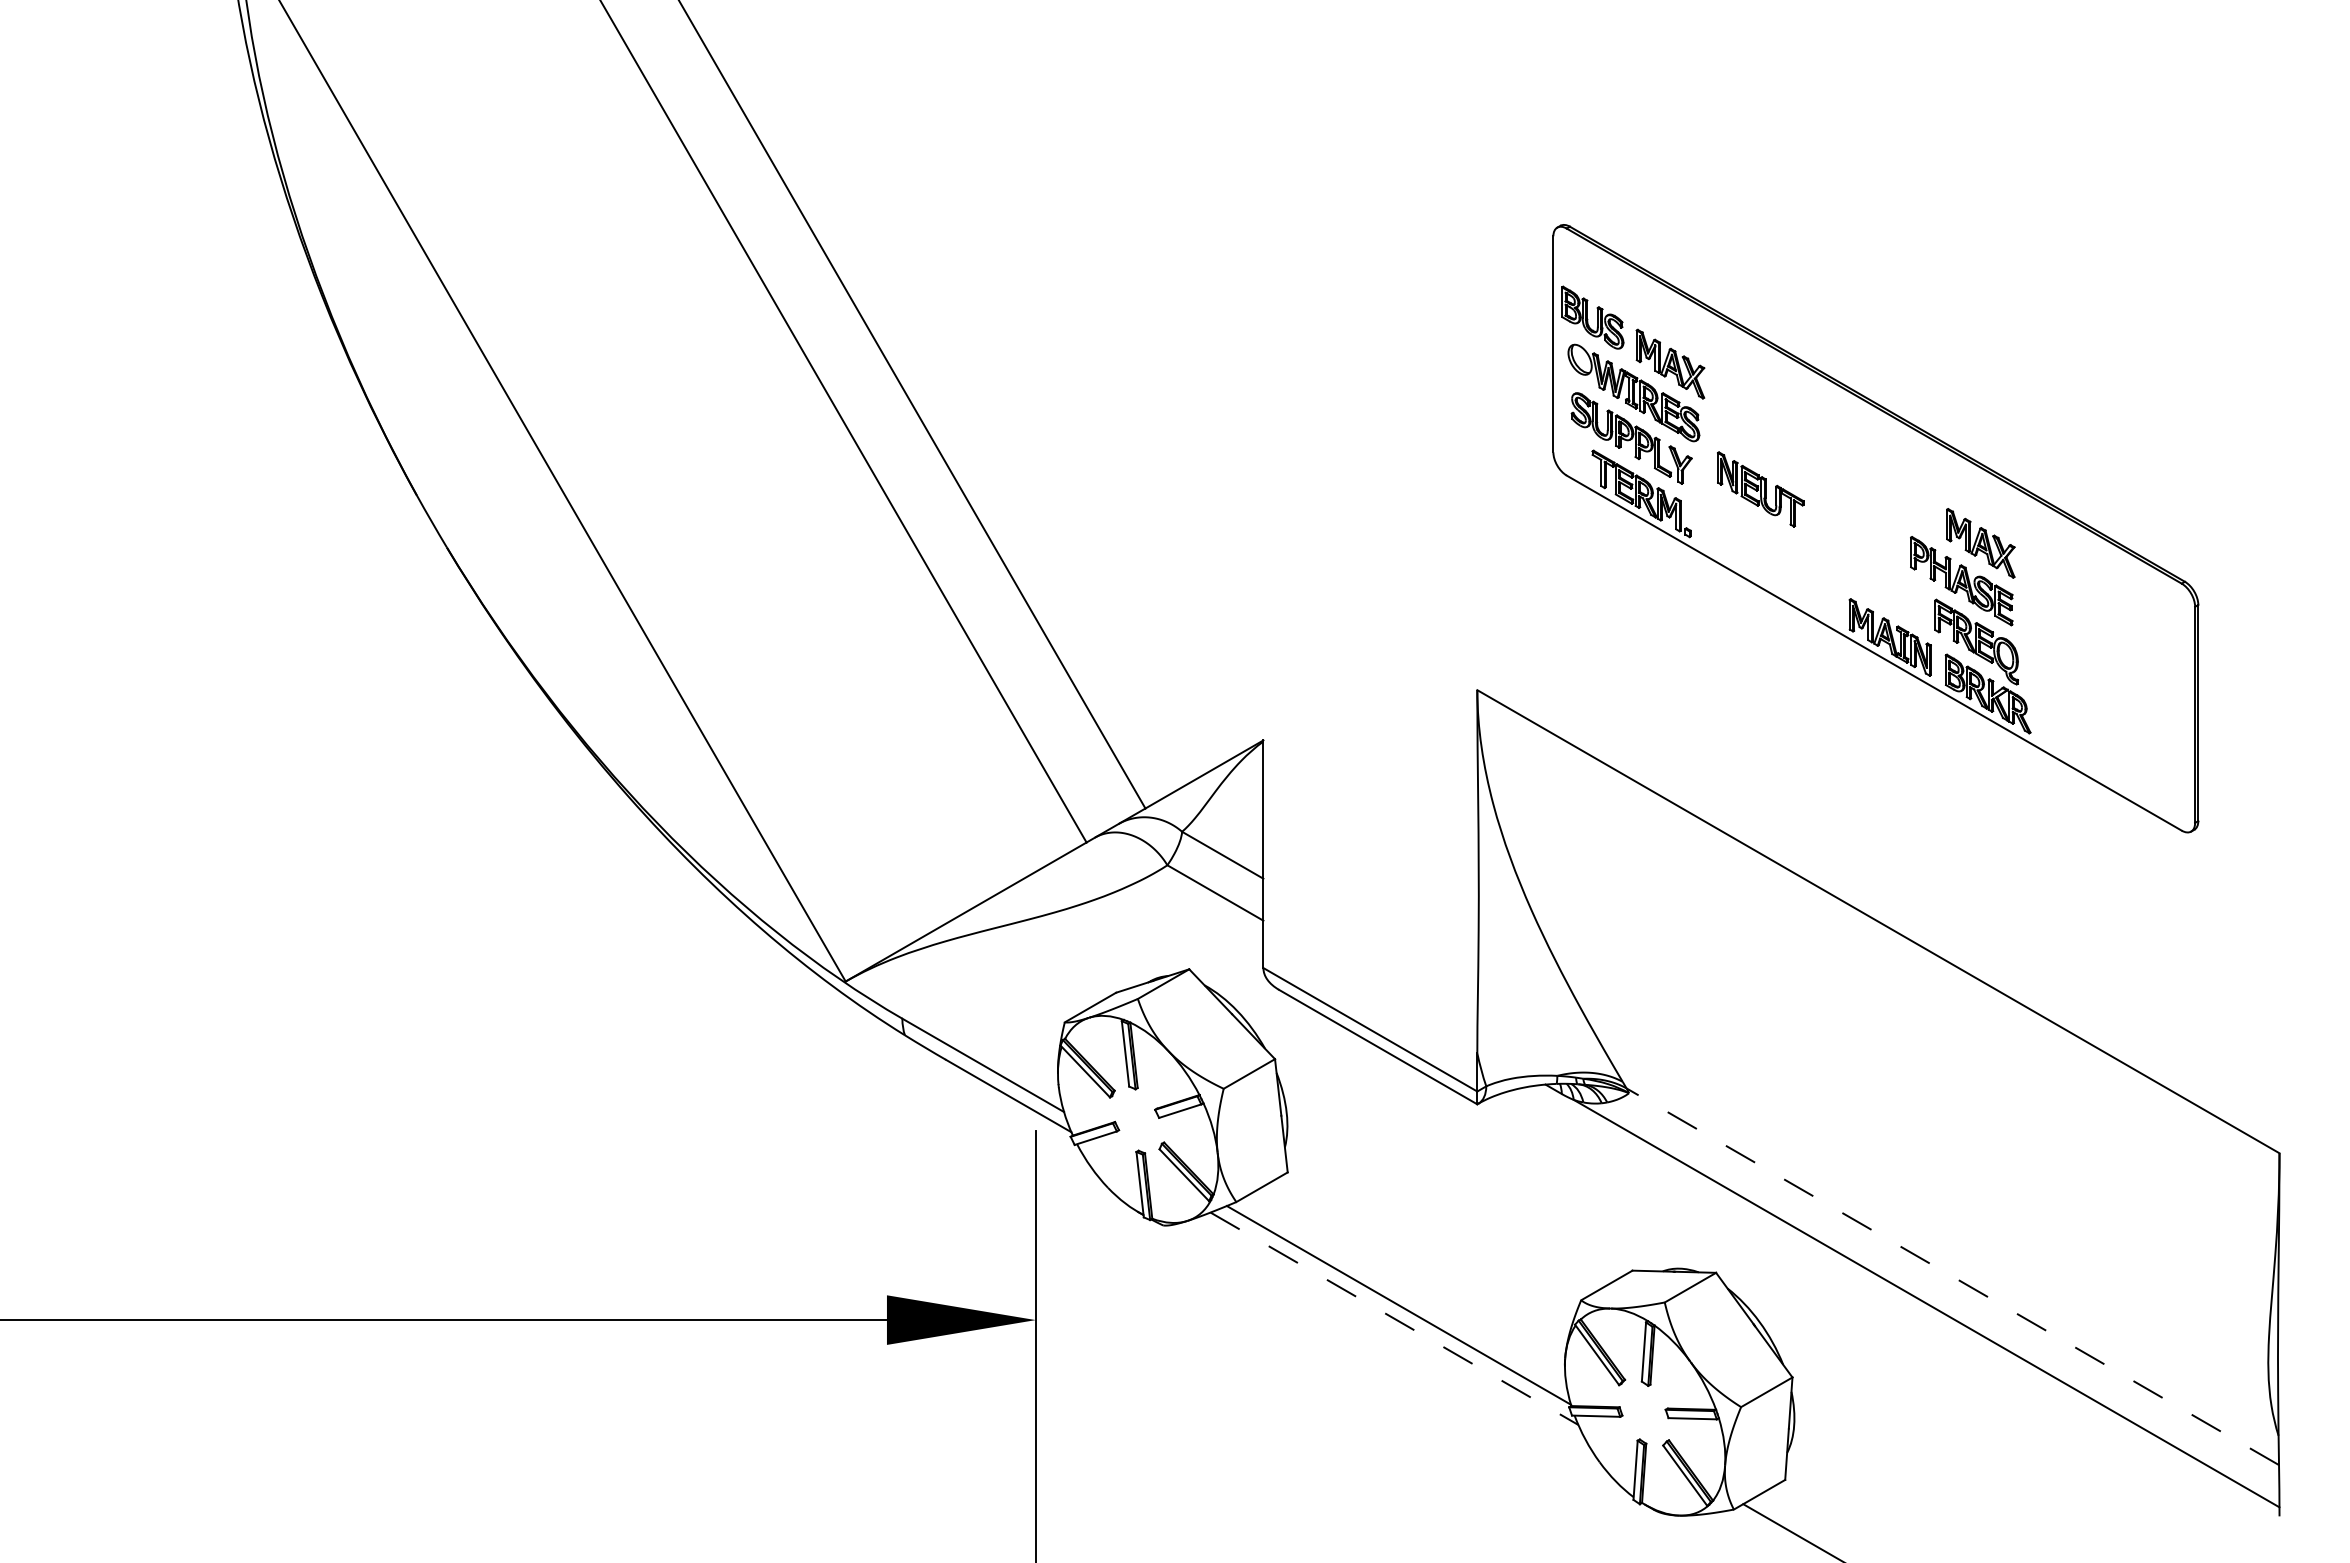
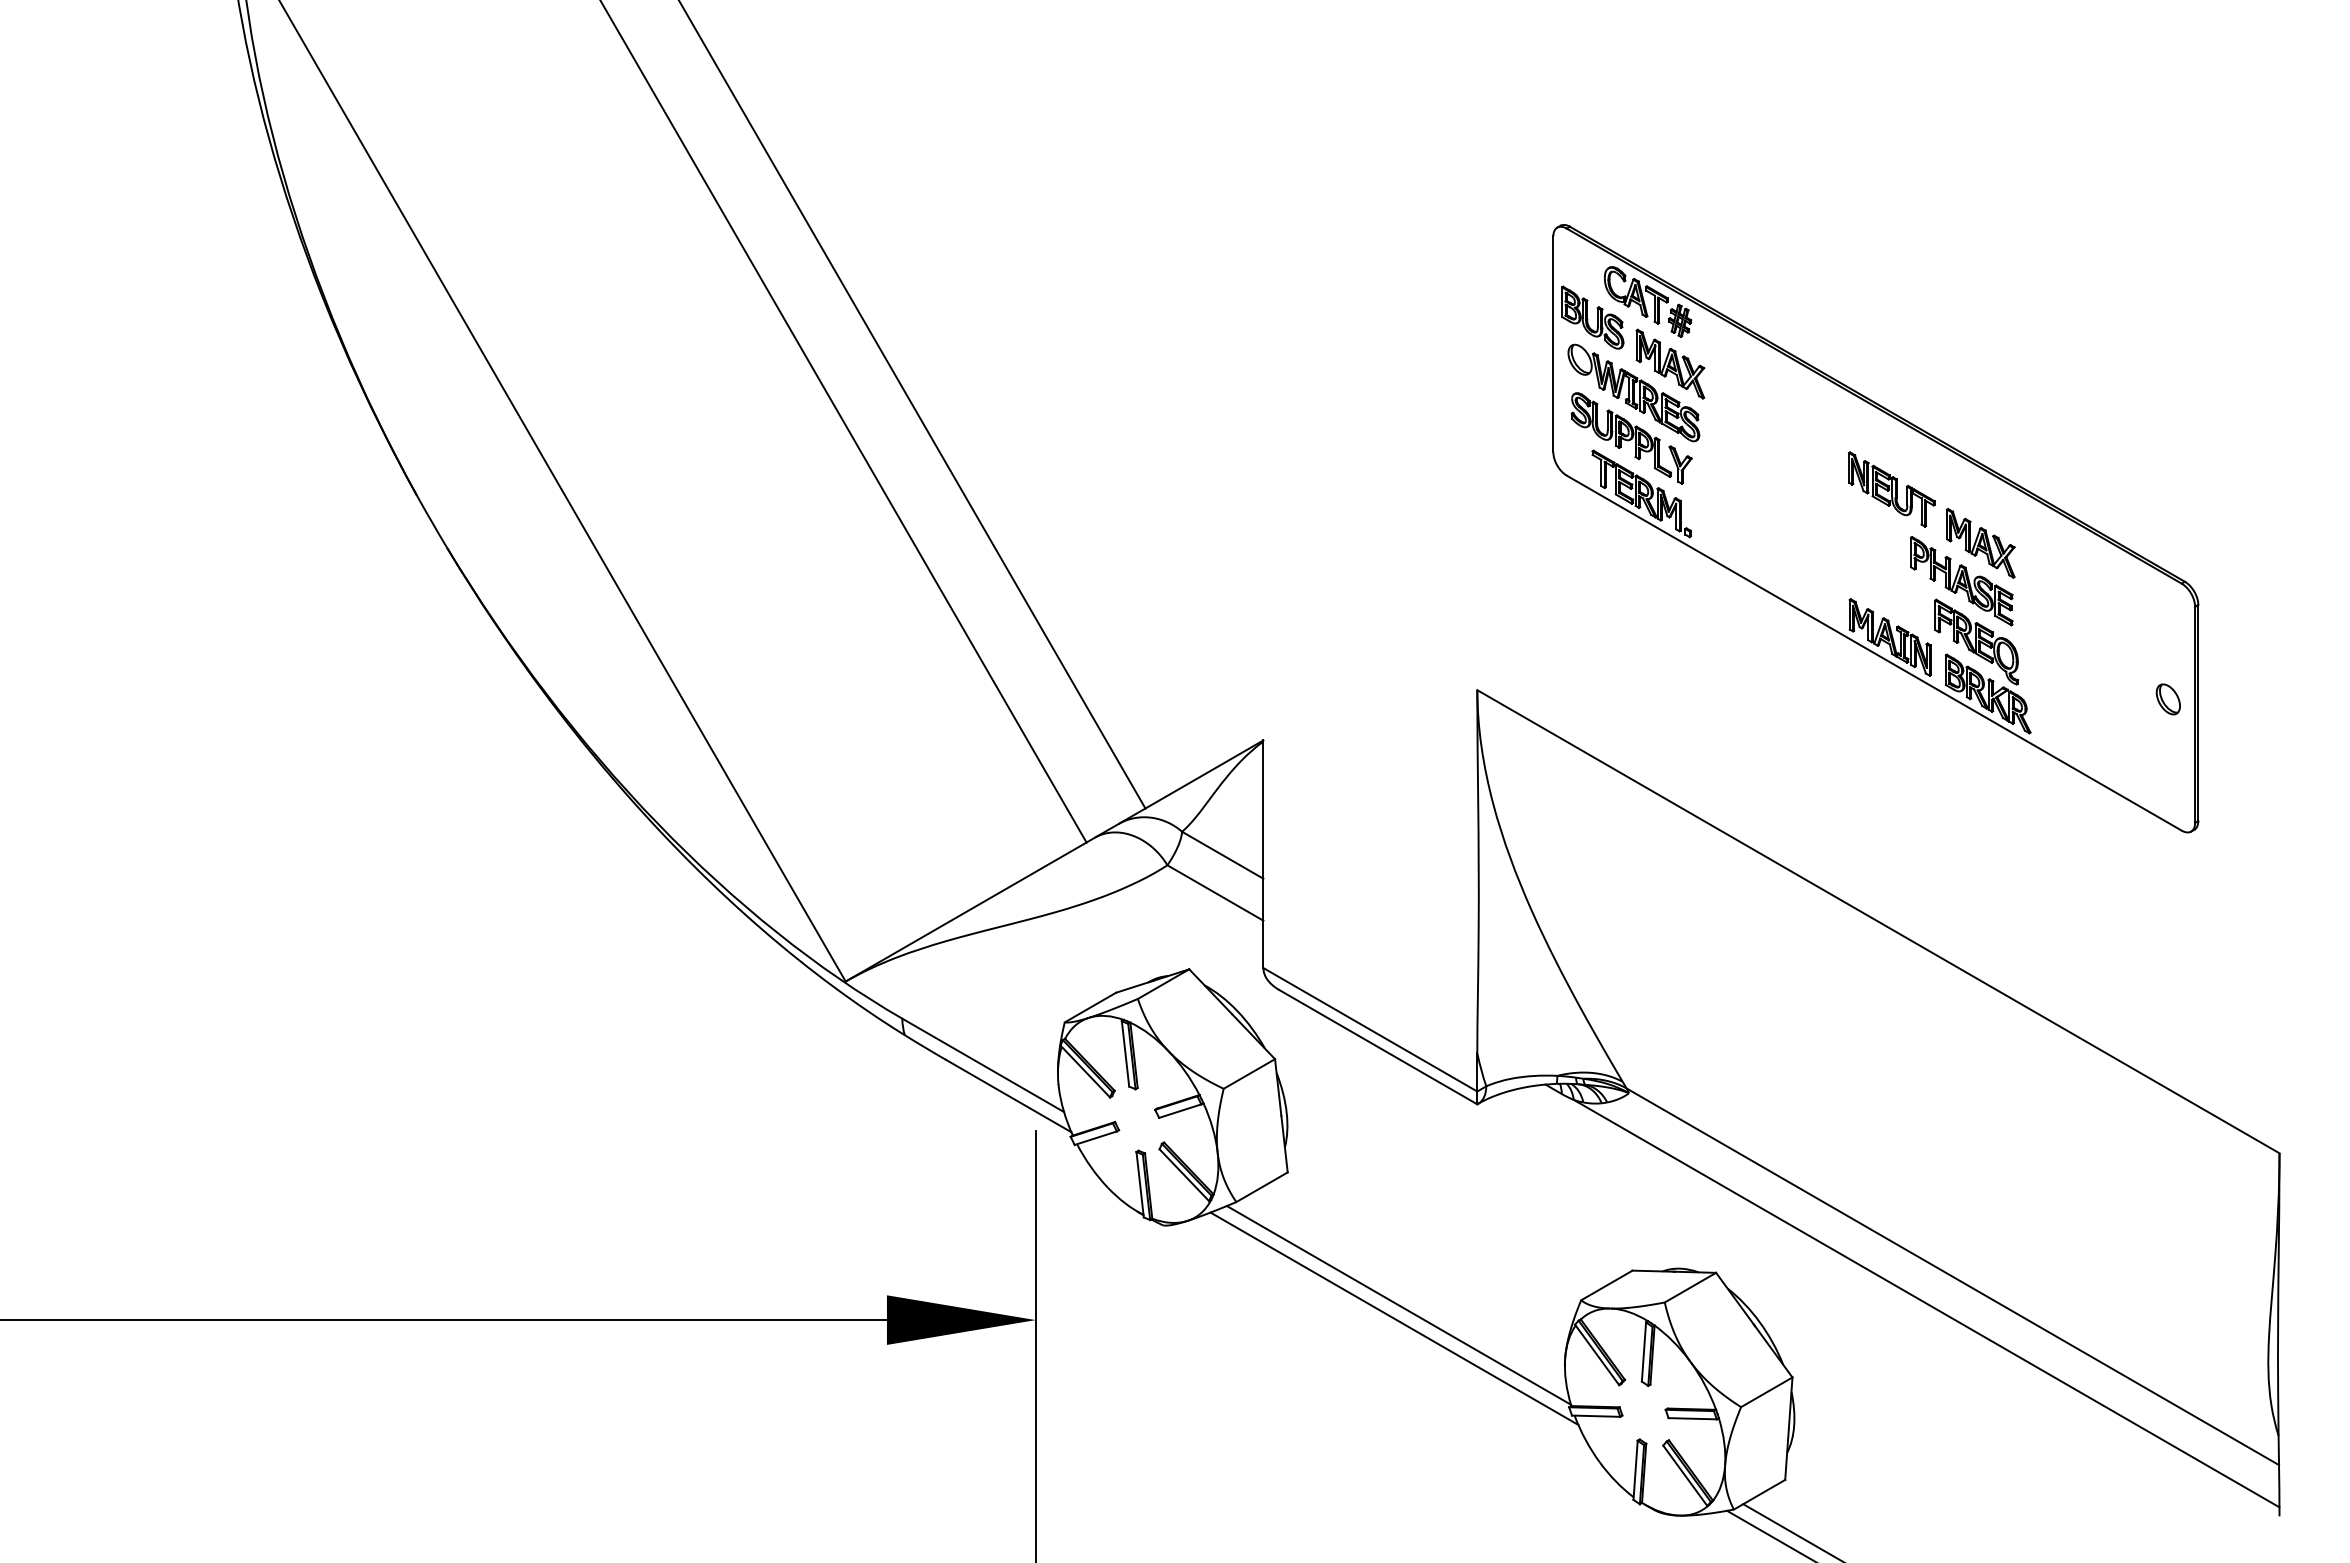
part at (1648, 301): none -> present
part at (1760, 489) position: (1760, 489) -> (1891, 489)
part at (2167, 699): none -> present
line at (1952, 1276): dashed -> solid
line at (1394, 1319): dashed -> solid
line at (1769, 1534): none -> present
